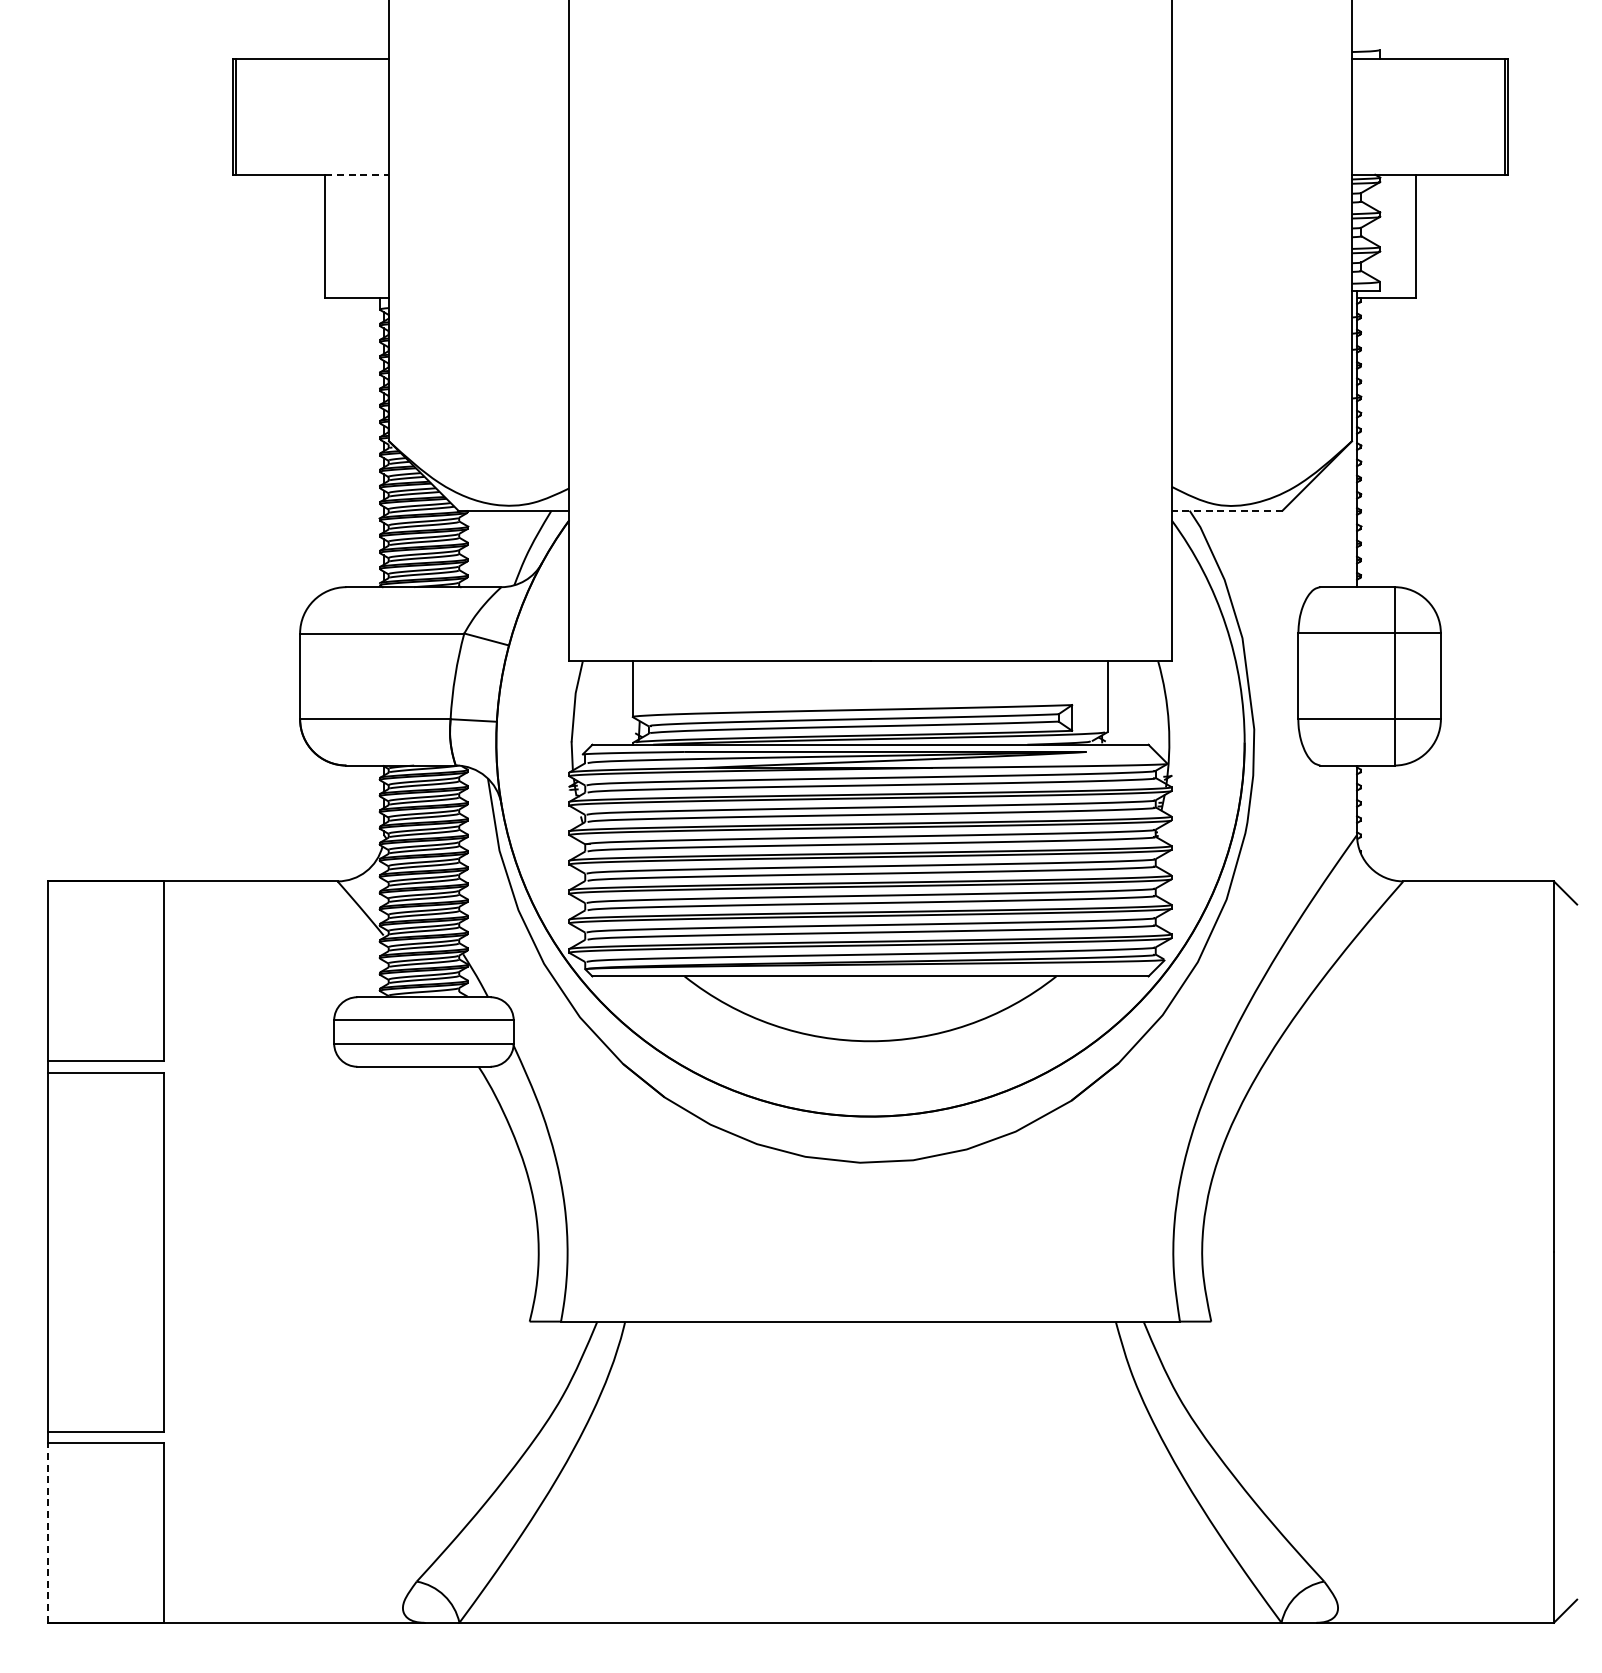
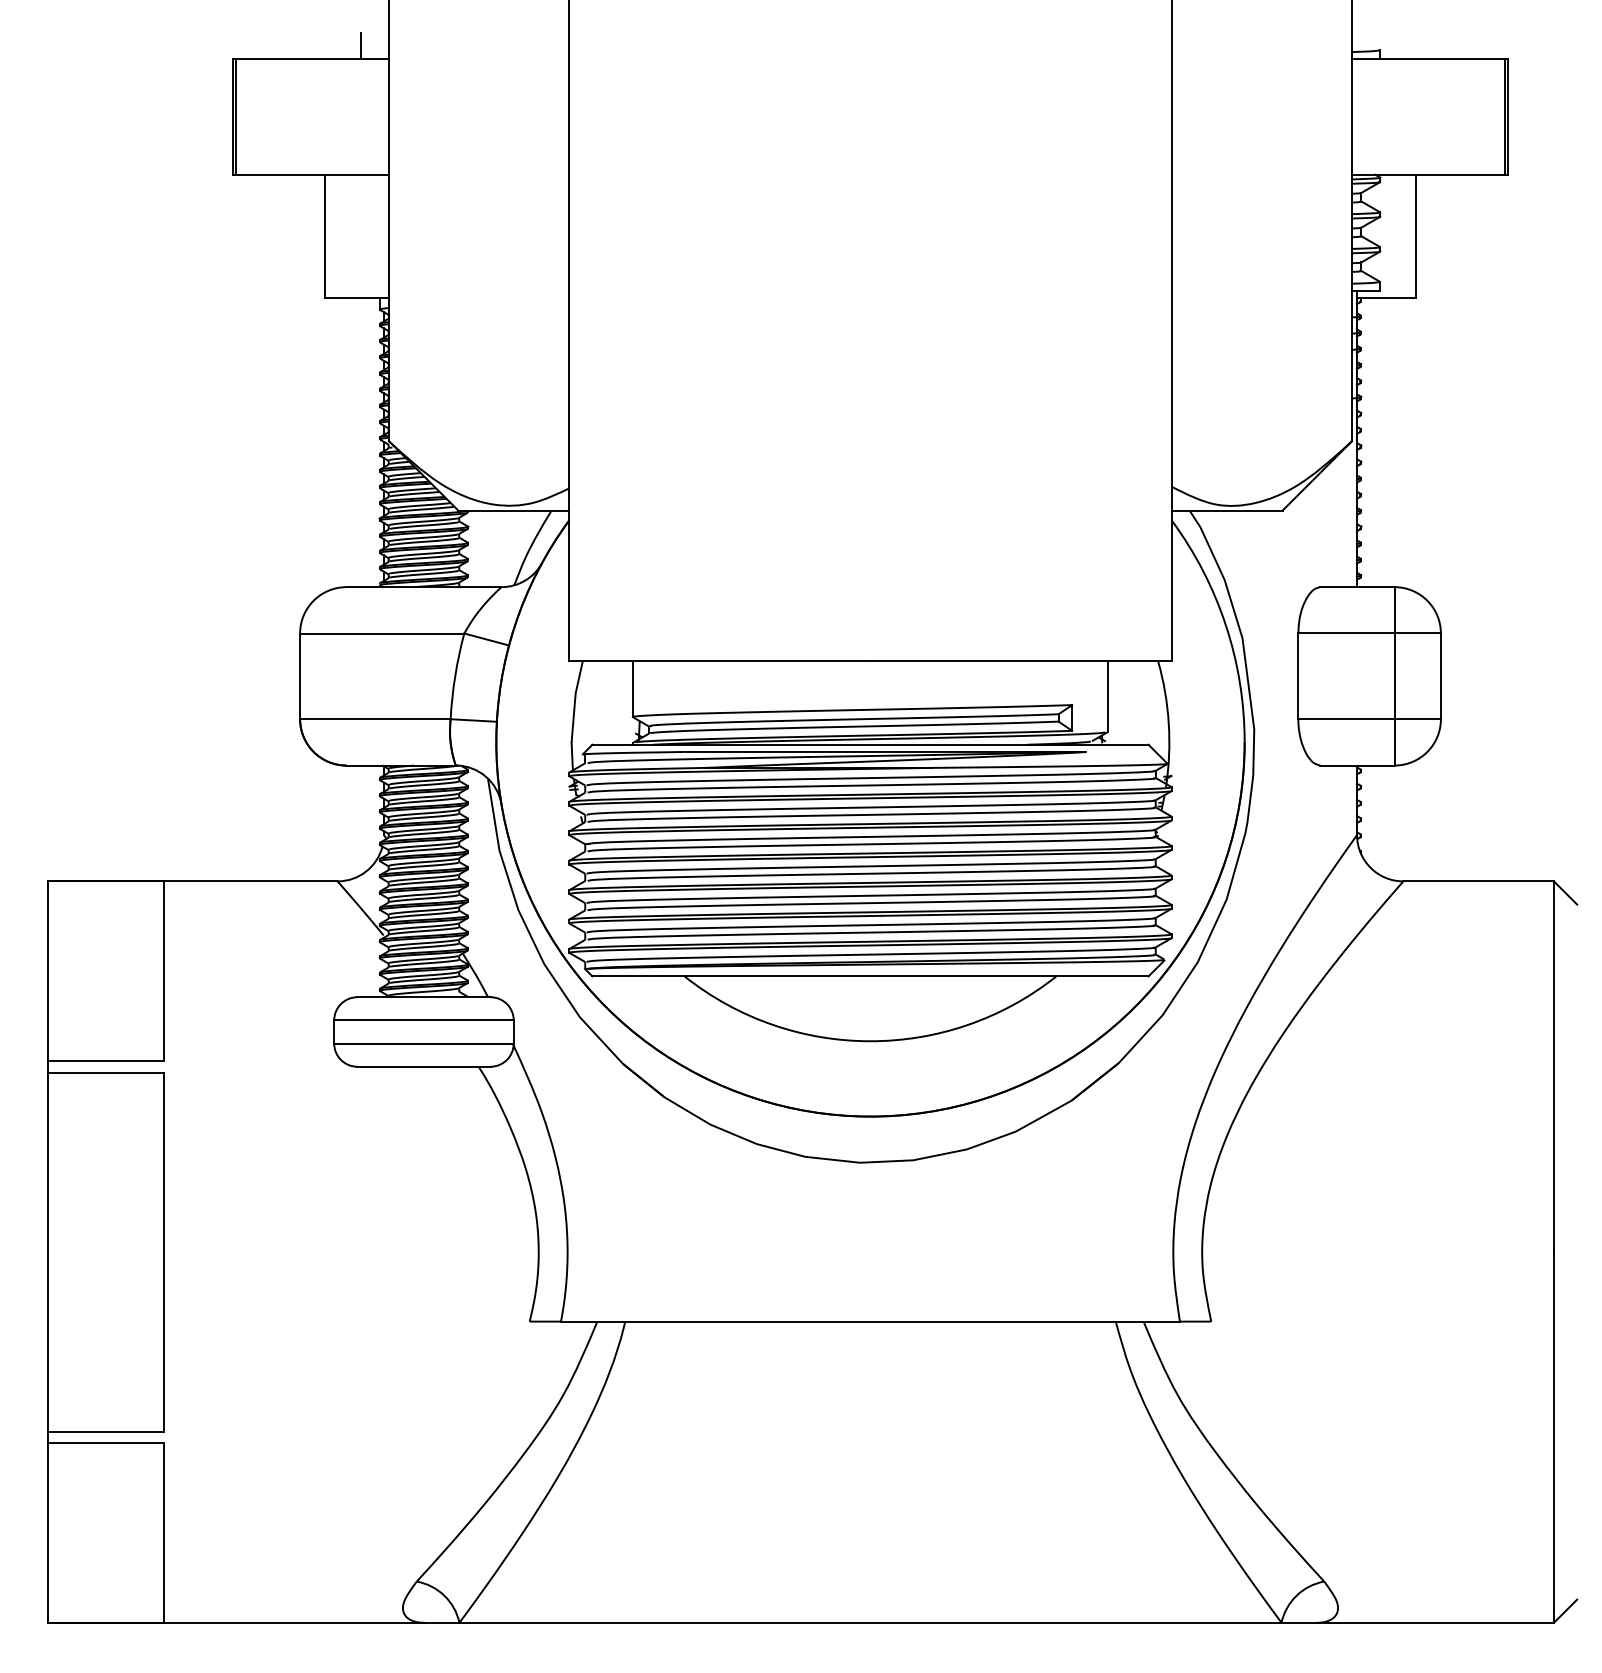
line at (360, 45): none -> present
line at (357, 174): dashed -> solid
line at (1226, 510): dashed -> solid
line at (48, 1533): dashed -> solid
